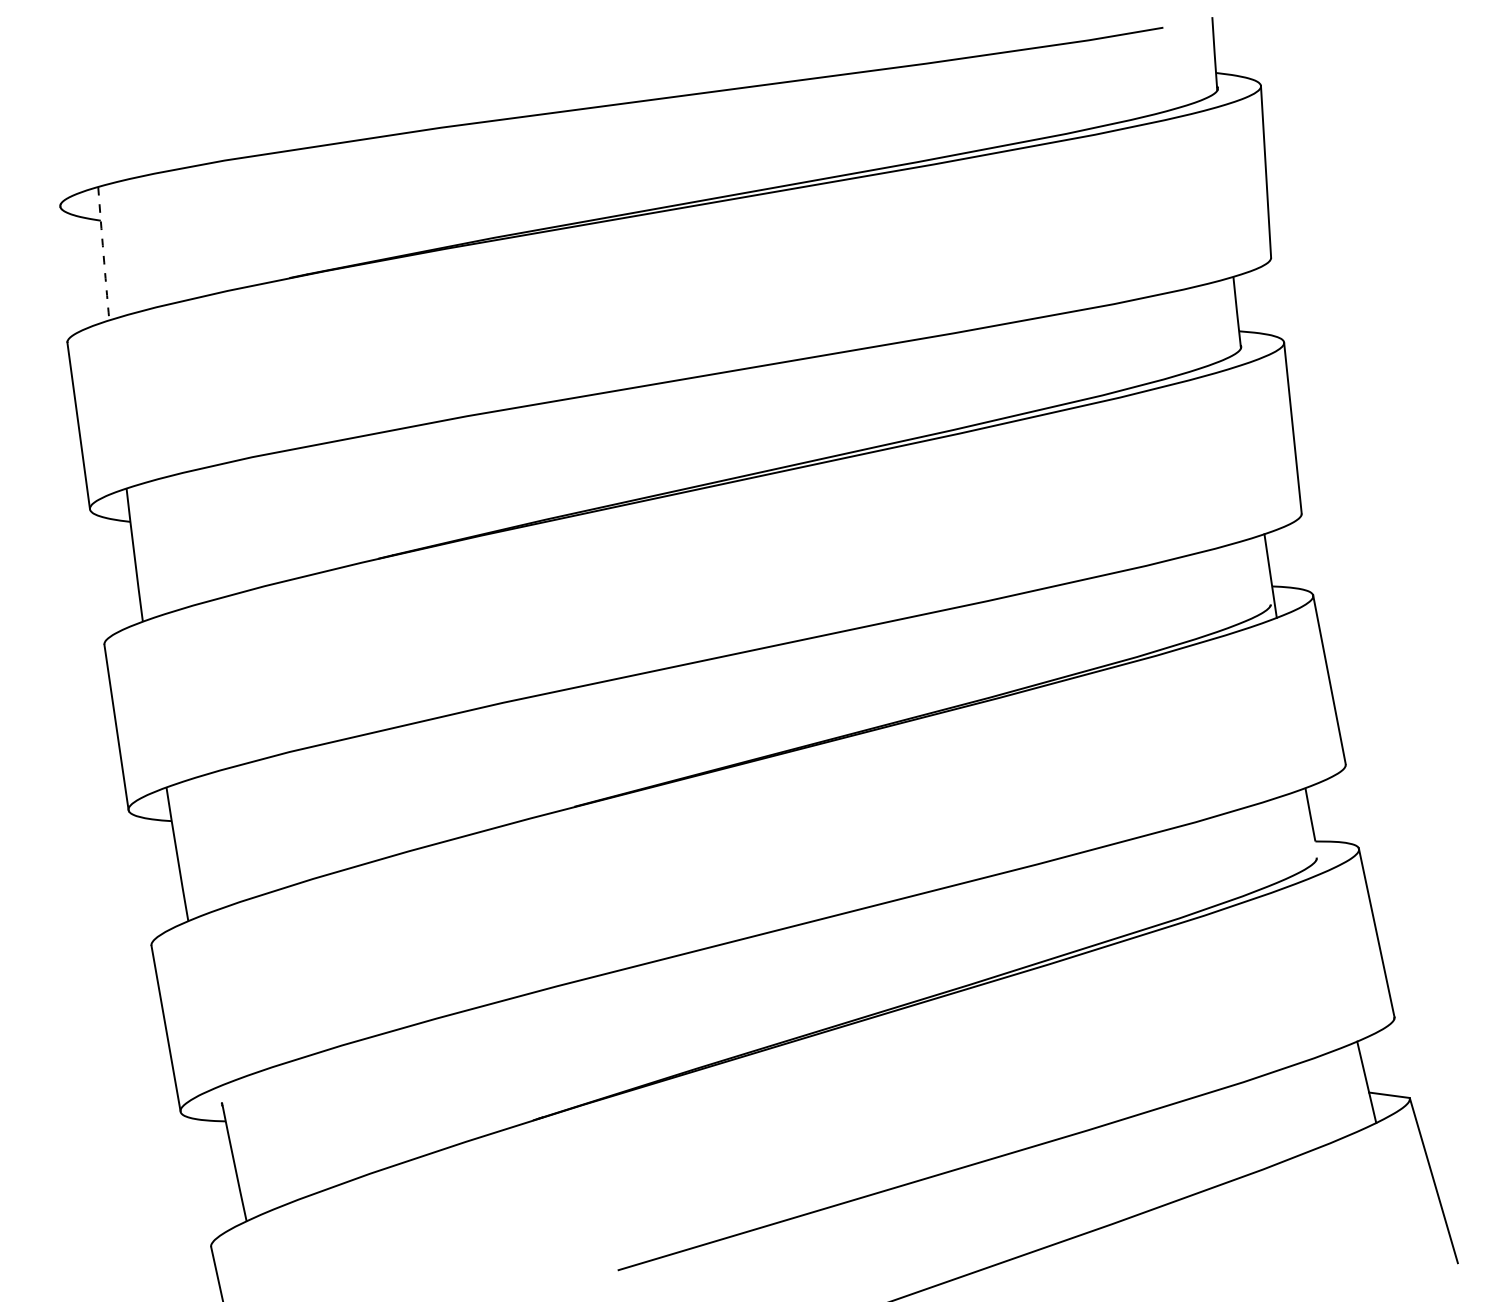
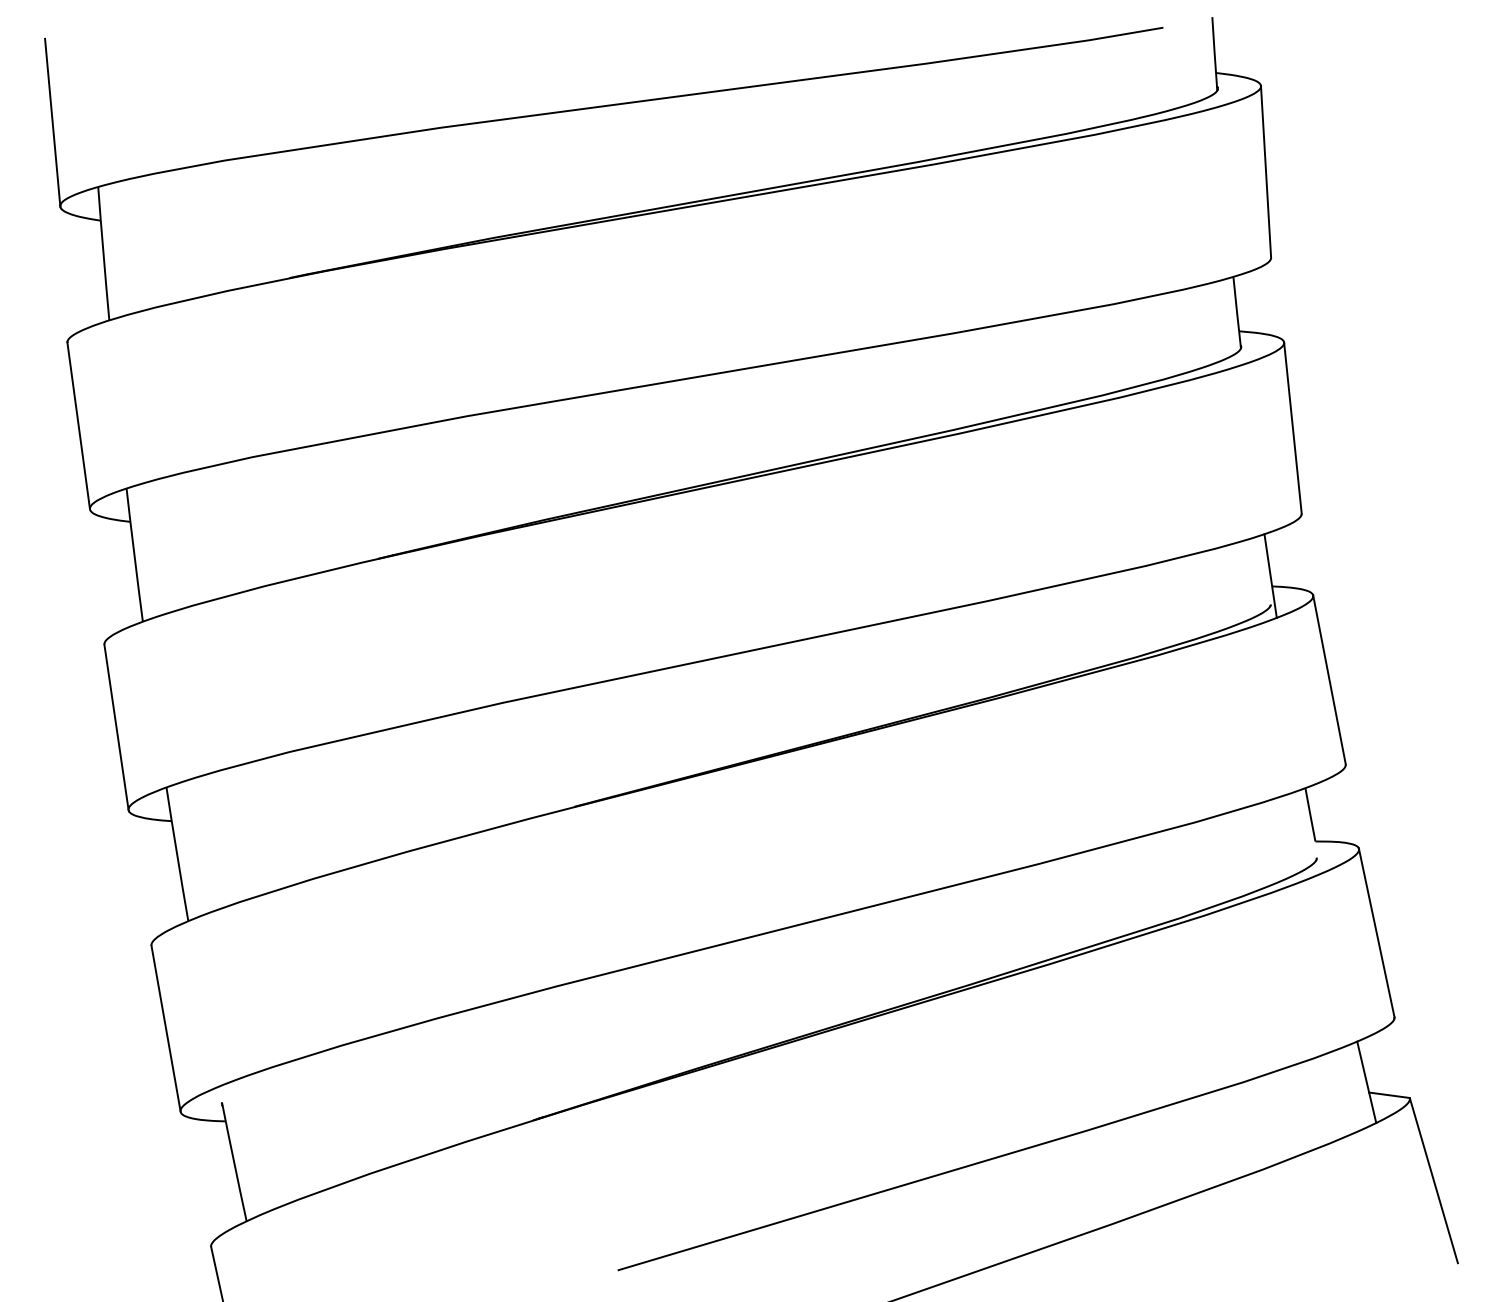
line at (52, 121): none -> present
arc at (103, 253): dashed -> solid
